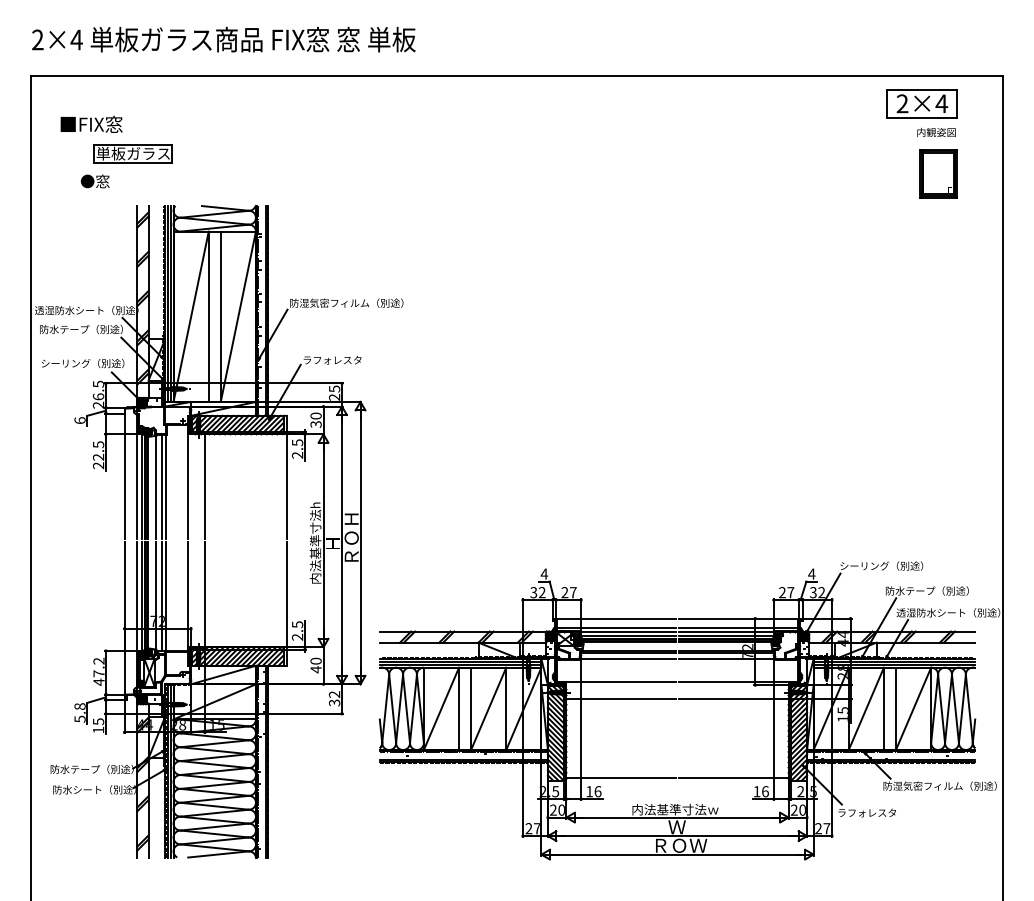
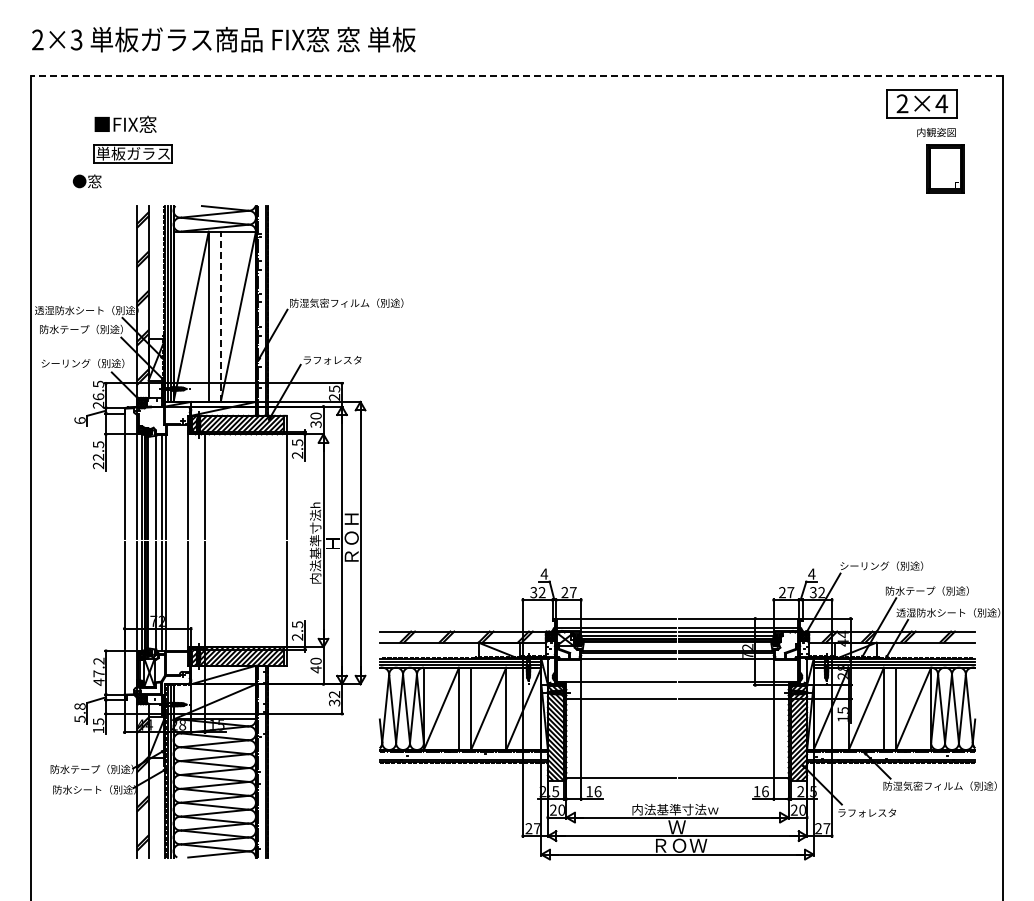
text at (76, 39): 2×4 -> 2×3
line at (516, 76): solid -> dashed
text at (91, 123) position: (91, 123) -> (125, 123)
part at (938, 173) position: (938, 173) -> (945, 168)
text at (94, 181) position: (94, 181) -> (86, 181)
line at (220, 316): solid -> dashed
